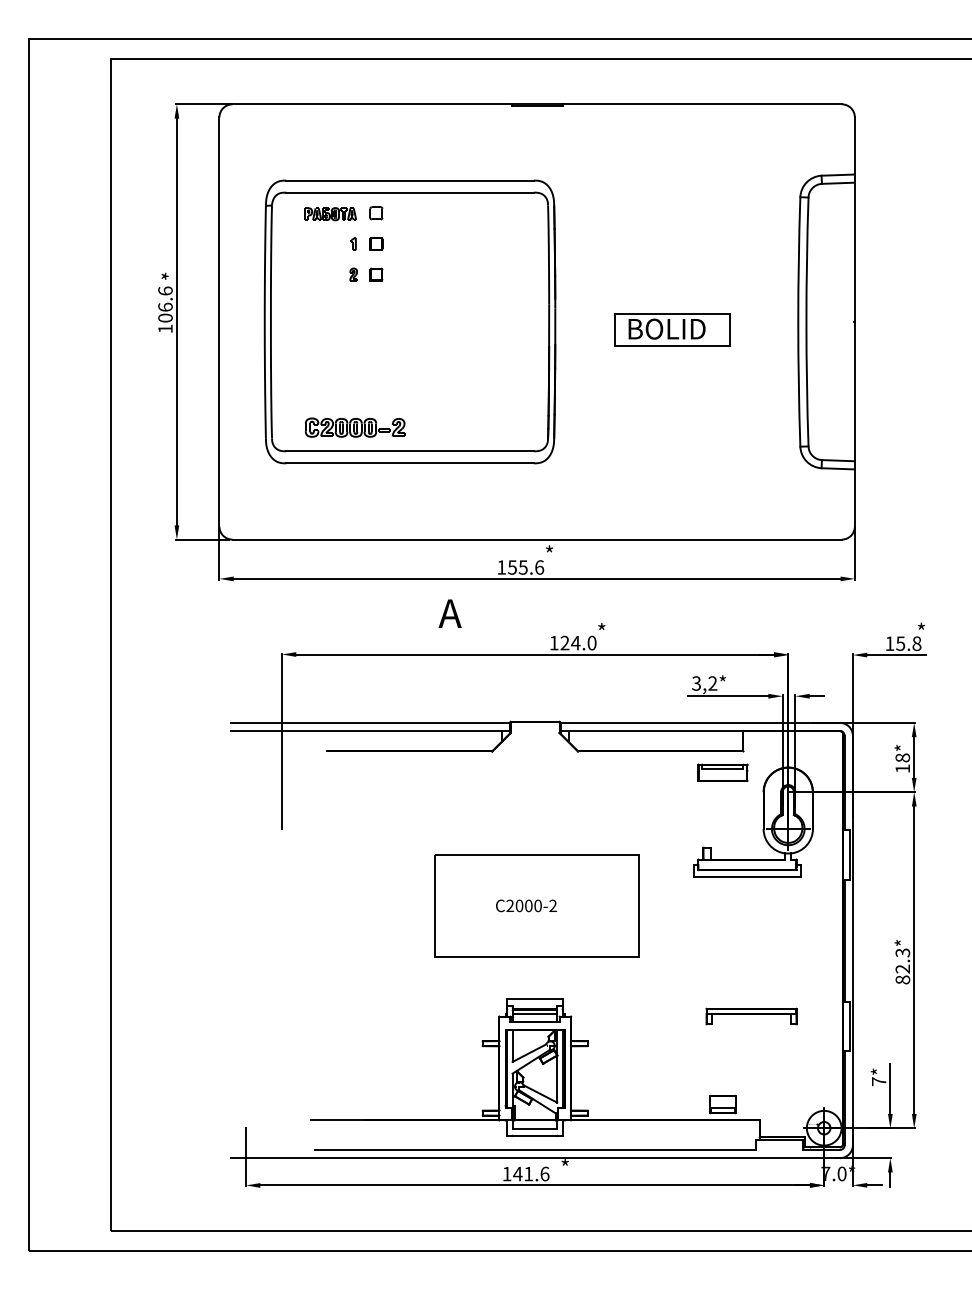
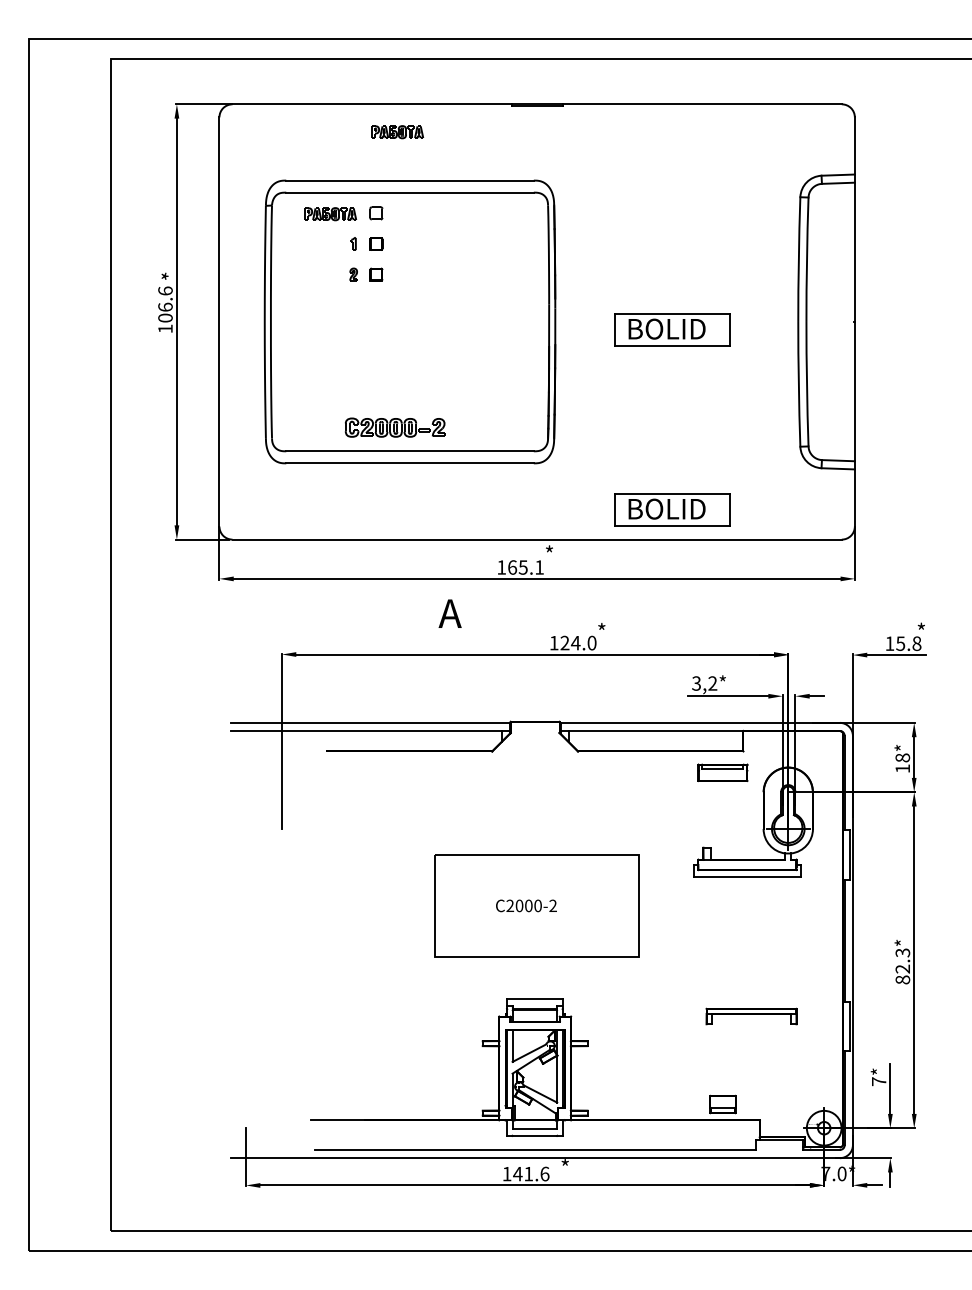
part at (397, 132): none -> present
part at (354, 427) position: (354, 427) -> (394, 427)
part at (672, 509): none -> present
text at (526, 567): 155.6 -> 165.1
line at (534, 1014): present -> none
